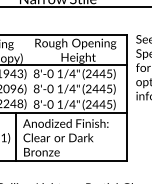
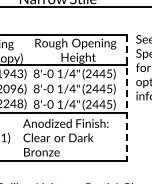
line at (127, 98): solid -> dashed
line at (16, 136): present -> none
